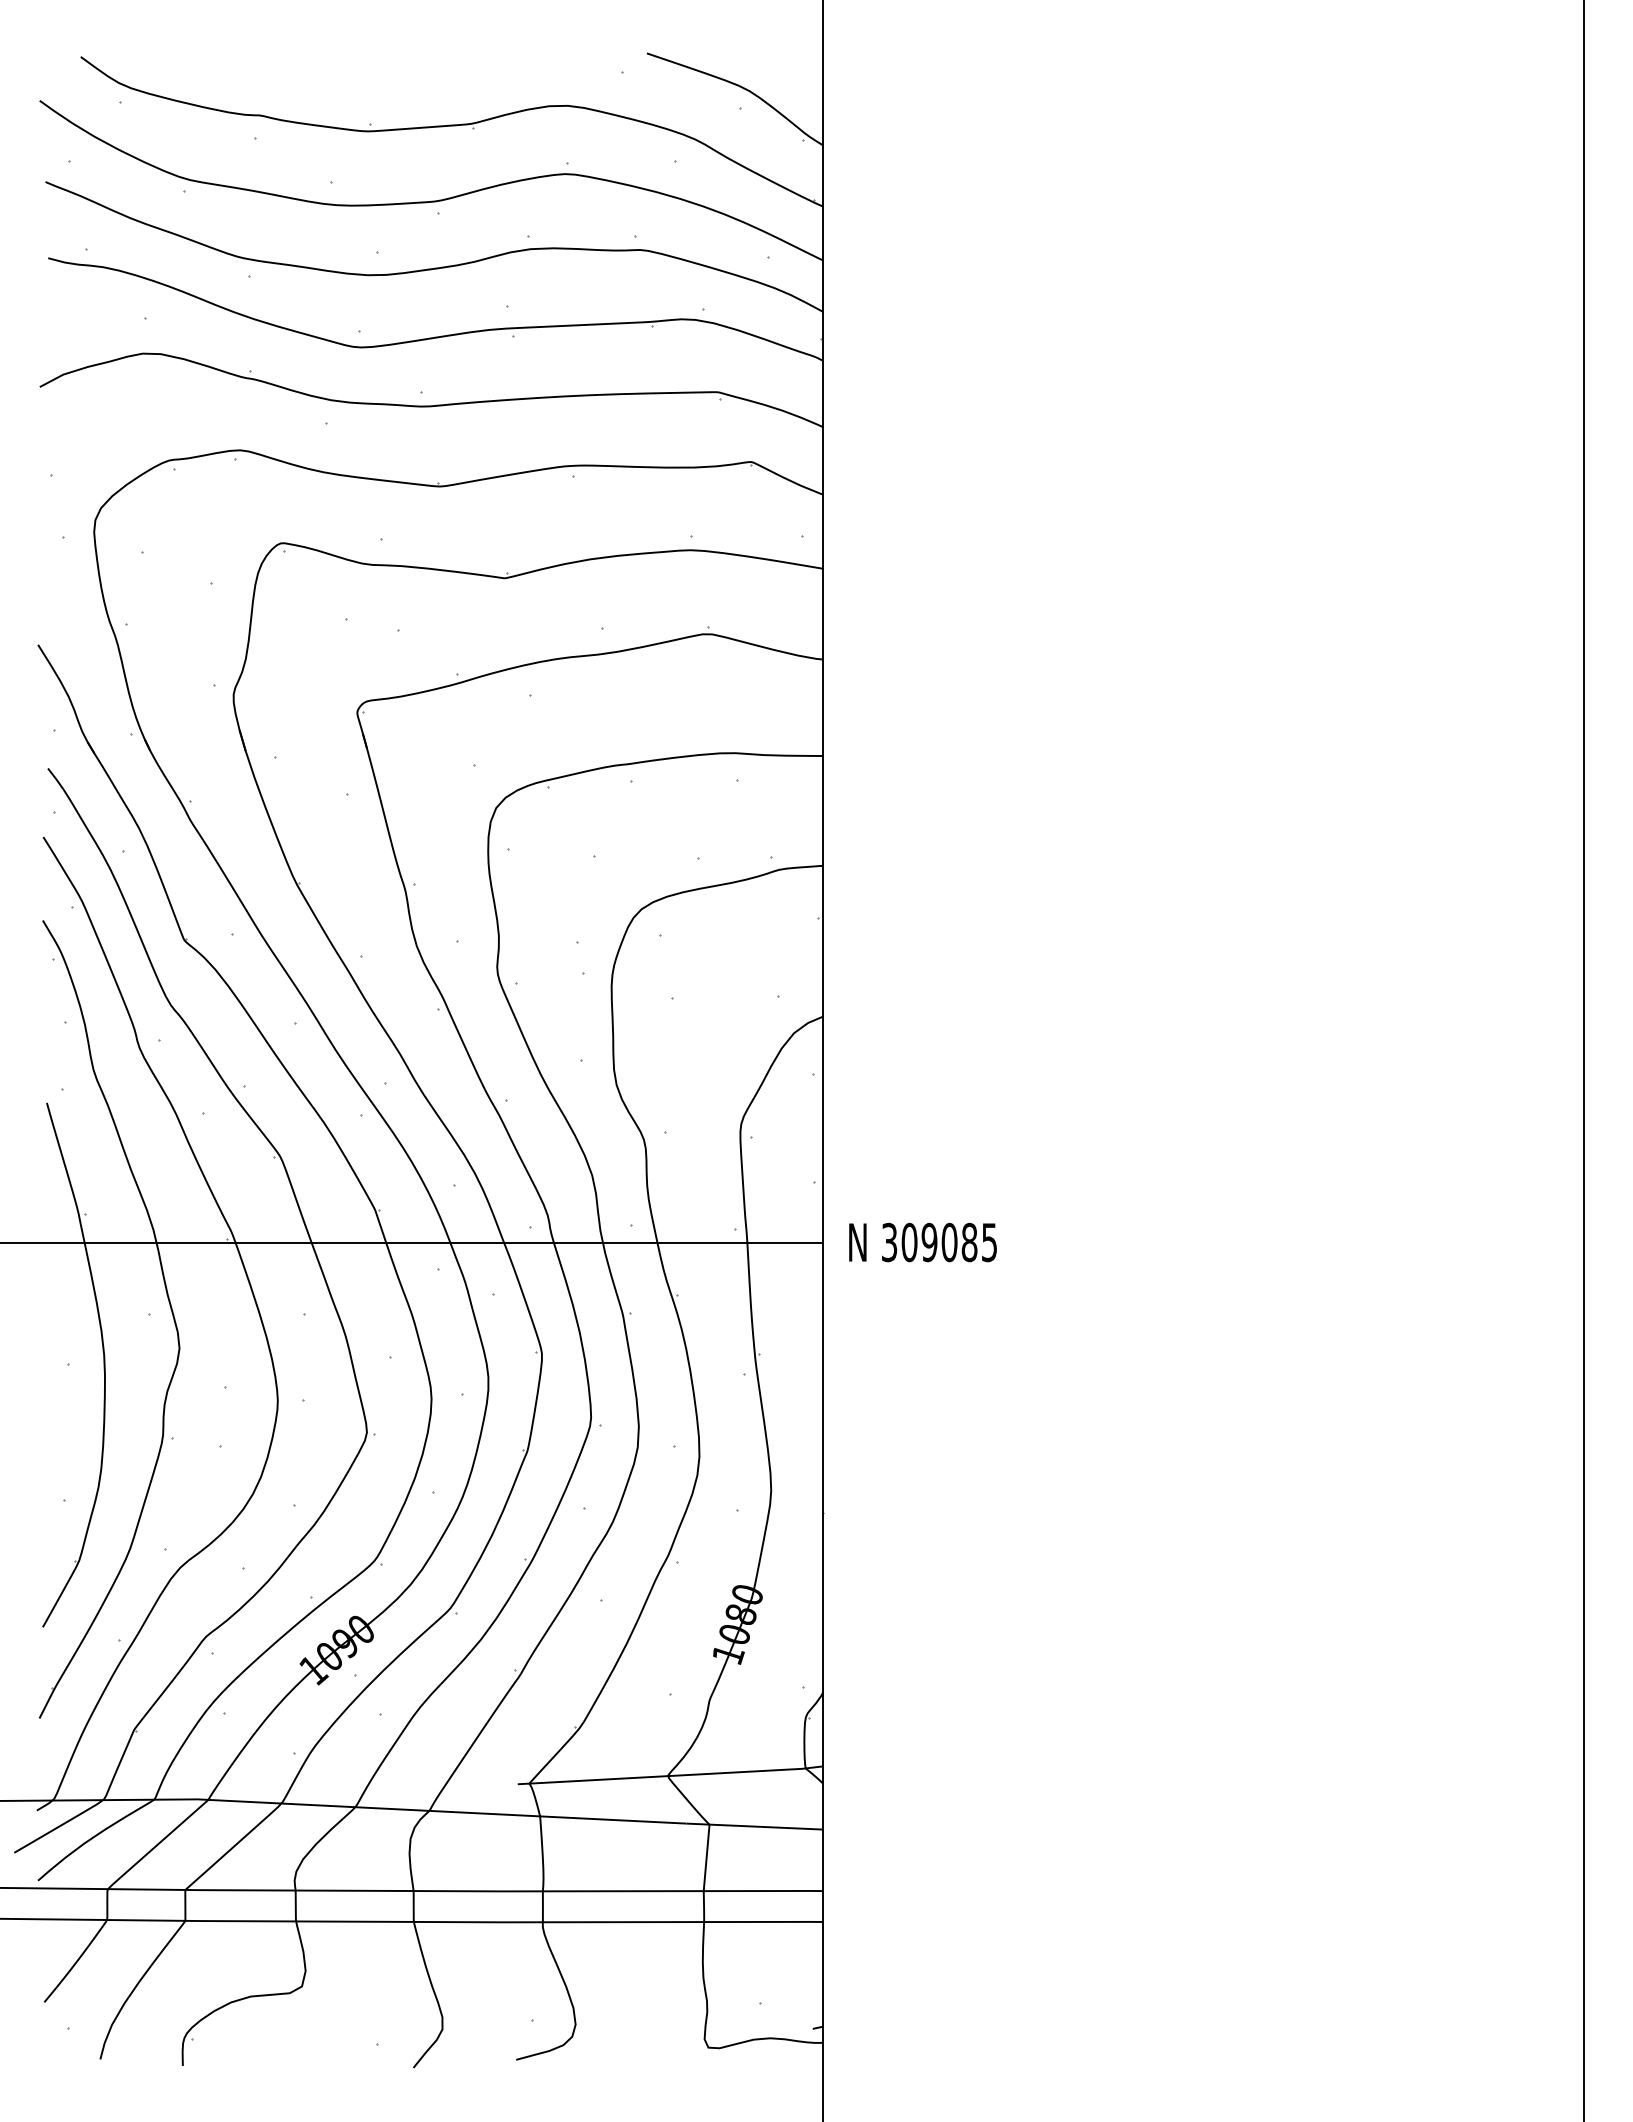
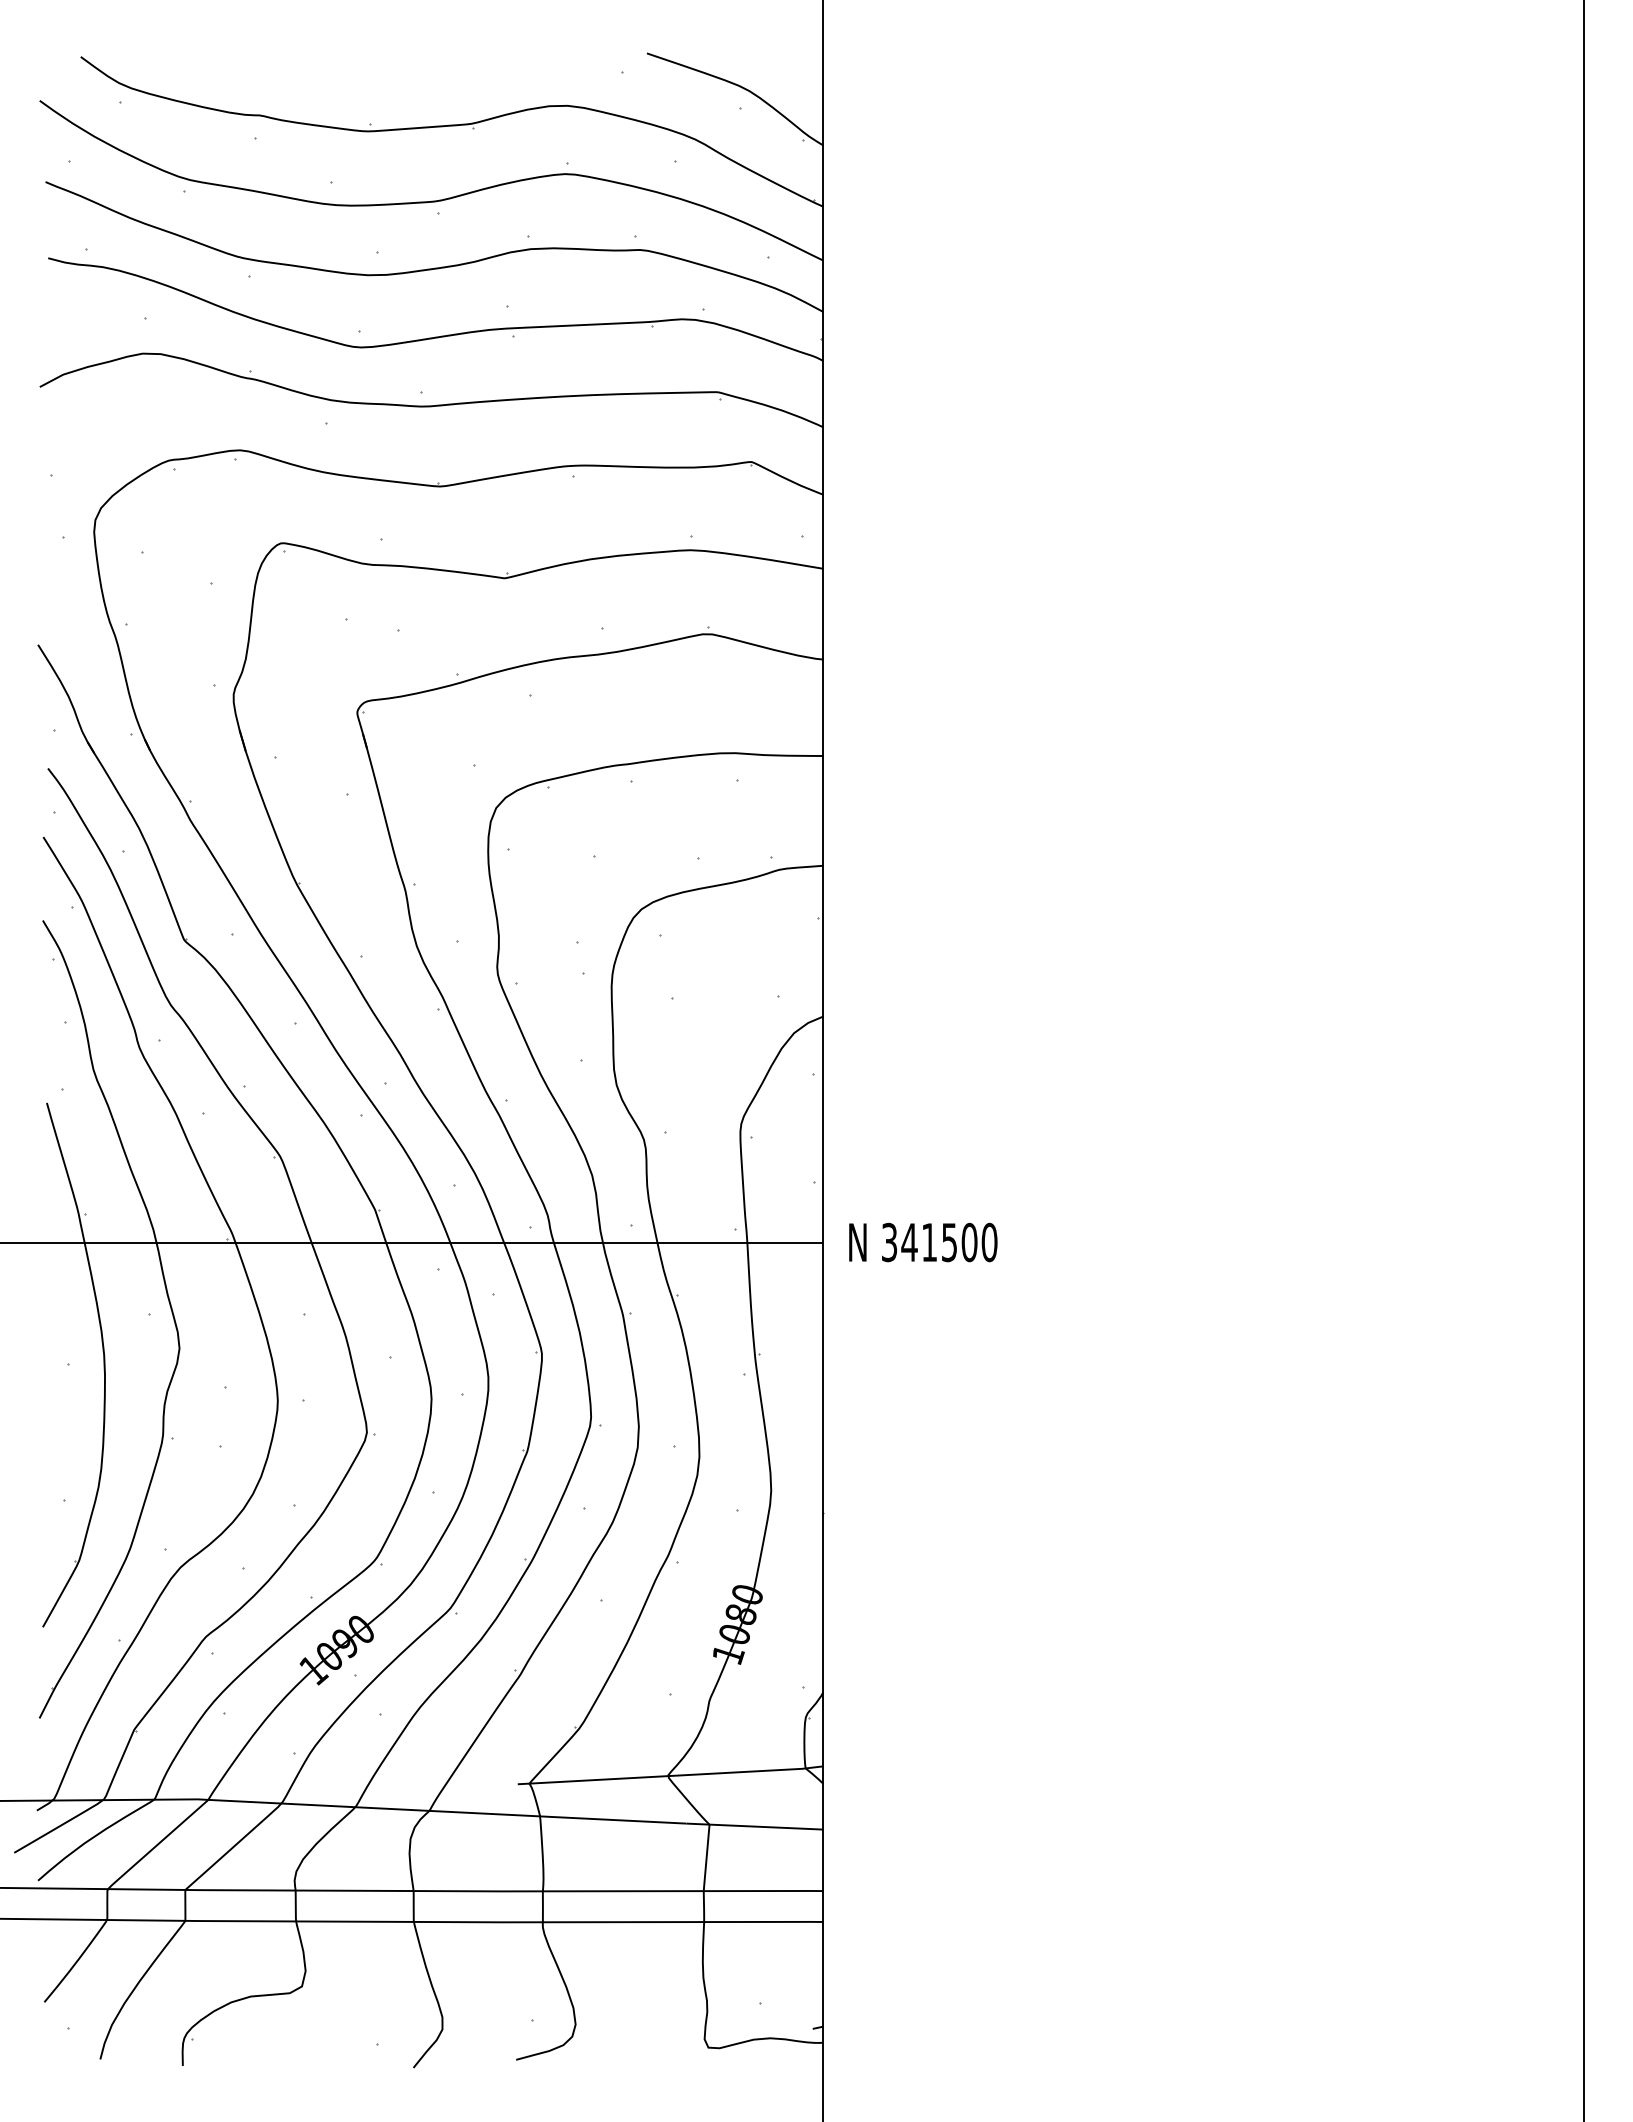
text at (949, 1242): 309085 -> 341500
